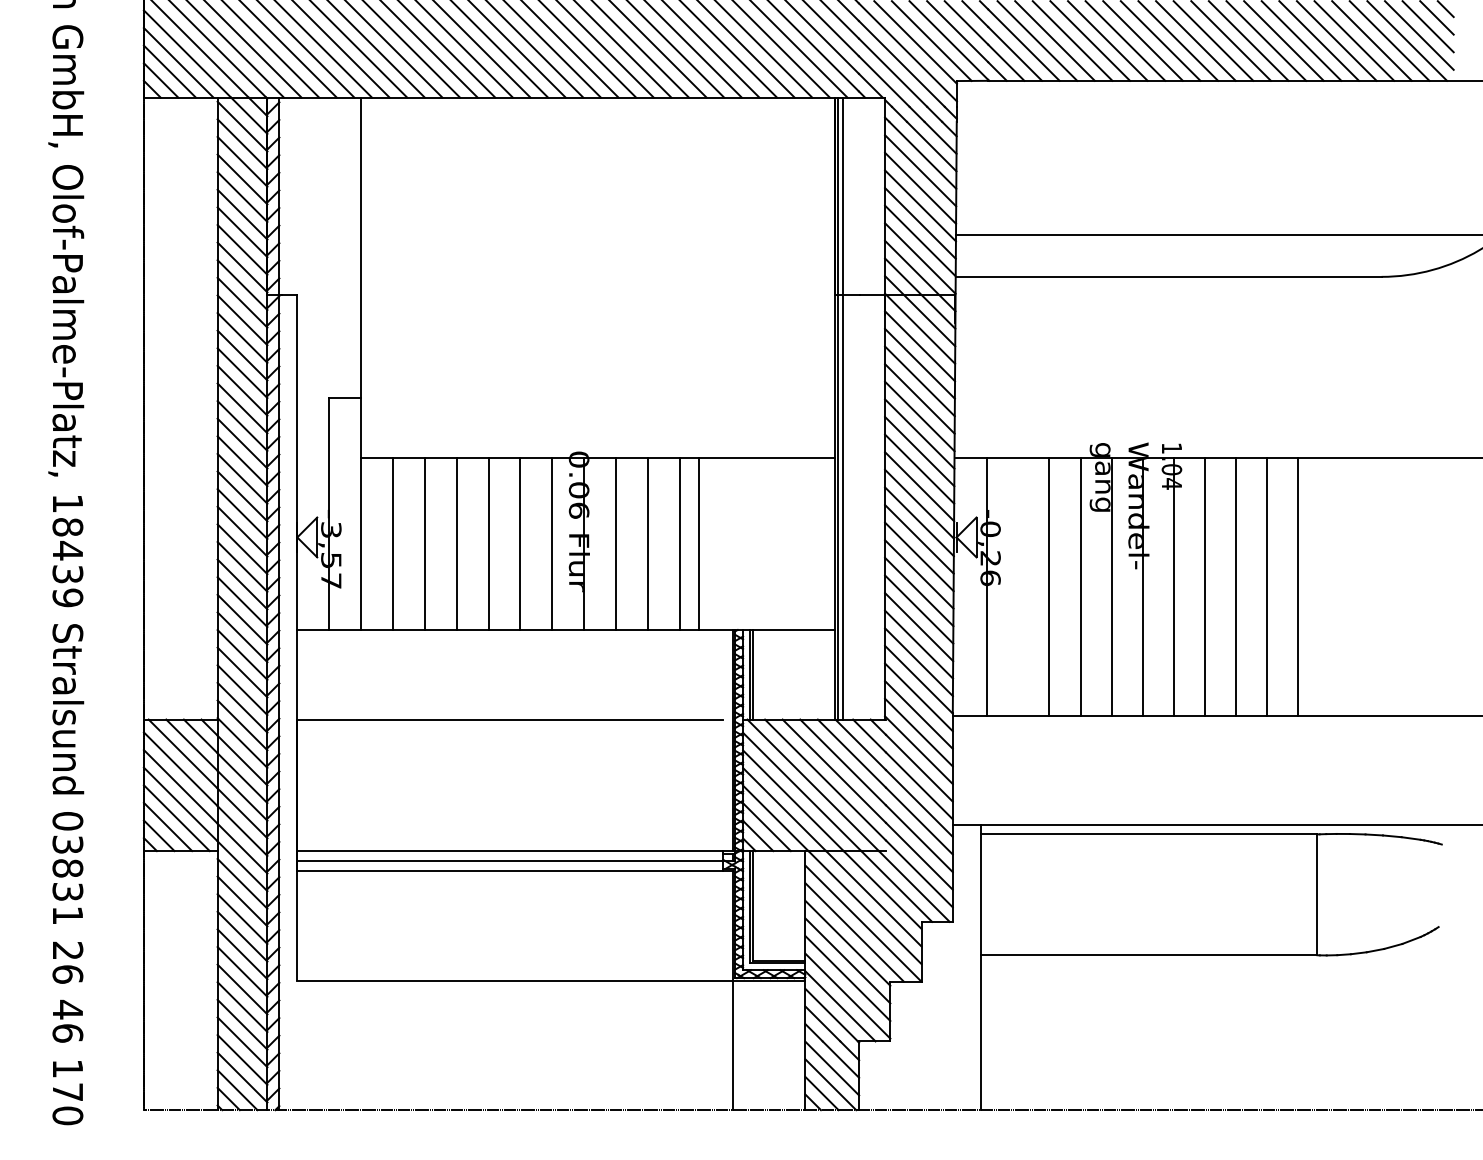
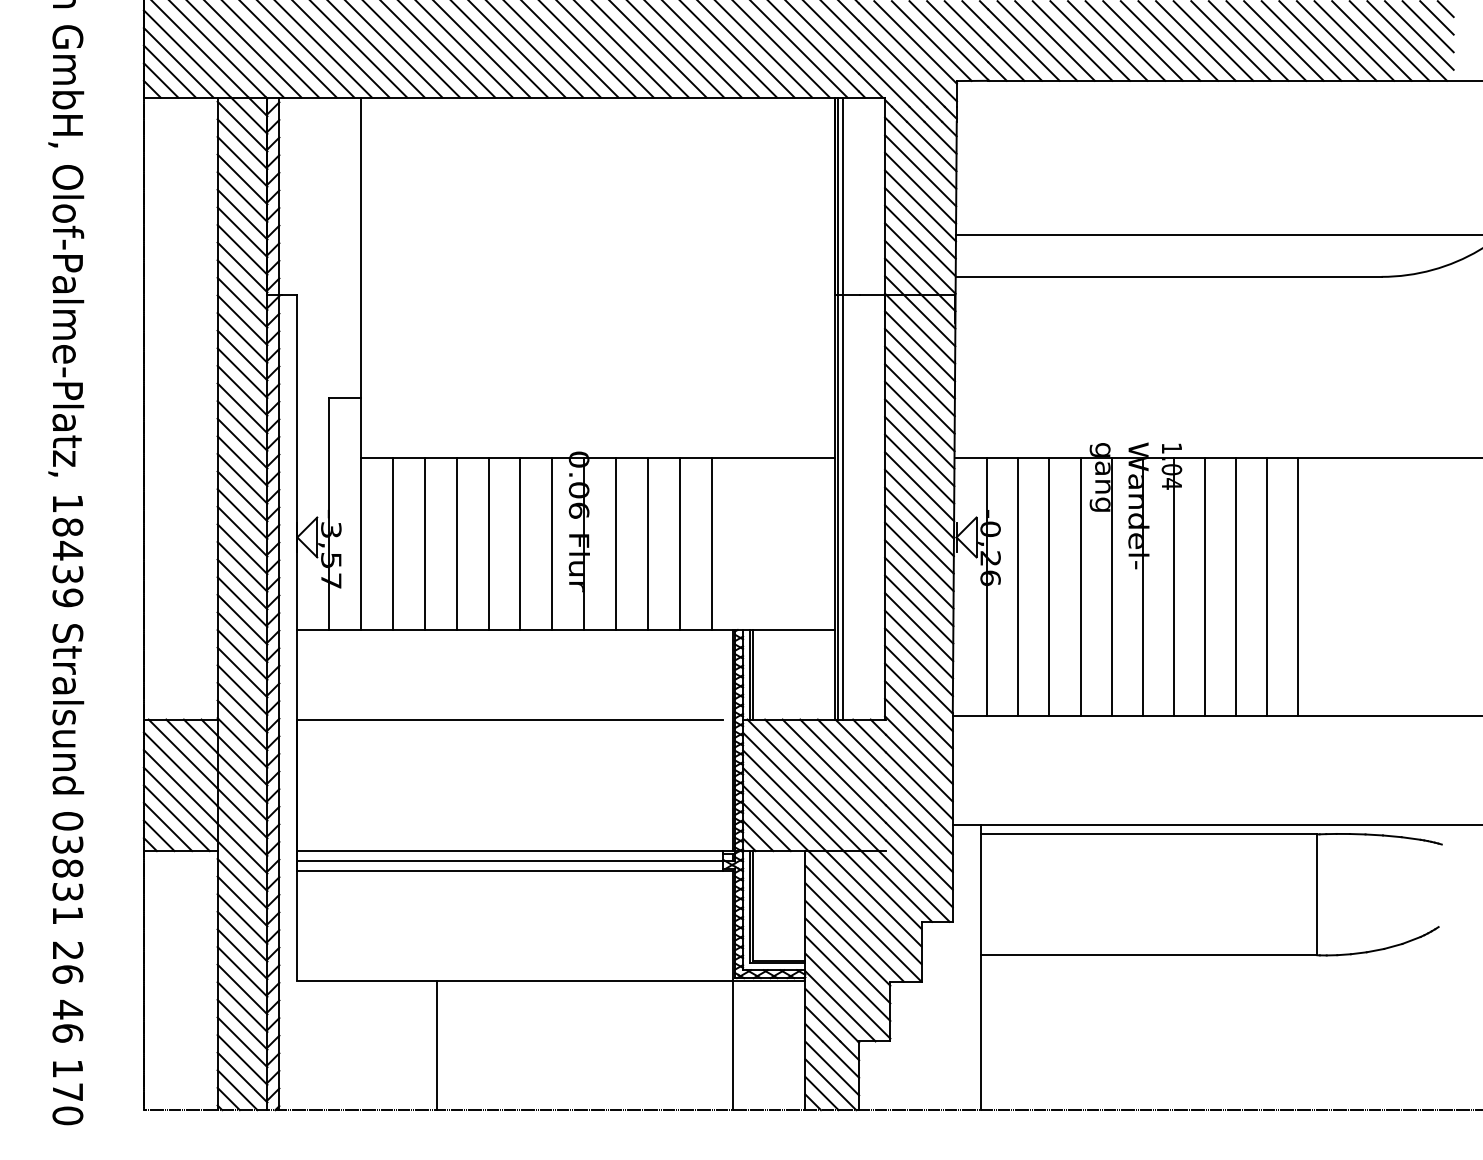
line at (698, 543) position: (698, 543) -> (711, 543)
line at (1018, 586): none -> present
line at (436, 1045): none -> present
